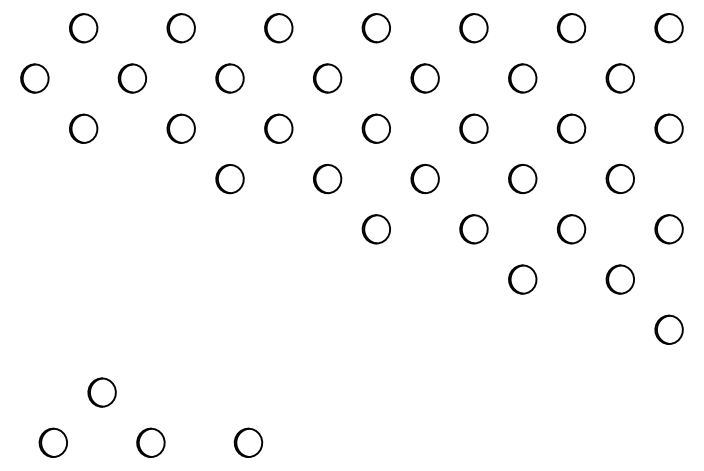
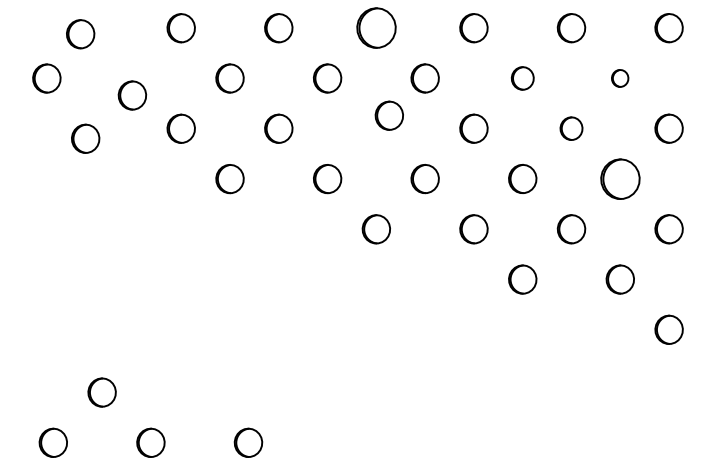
part at (83, 28) position: (83, 28) -> (80, 34)
part at (375, 28) size: 30x31 px -> 41x42 px
part at (34, 78) position: (34, 78) -> (46, 78)
part at (132, 78) position: (132, 78) -> (132, 95)
part at (522, 78) size: 30x31 px -> 25x25 px
part at (619, 78) size: 30x31 px -> 19x19 px
part at (83, 128) position: (83, 128) -> (85, 138)
part at (375, 128) position: (375, 128) -> (388, 115)
part at (571, 128) size: 31x31 px -> 25x25 px
part at (619, 178) size: 30x31 px -> 41x42 px
